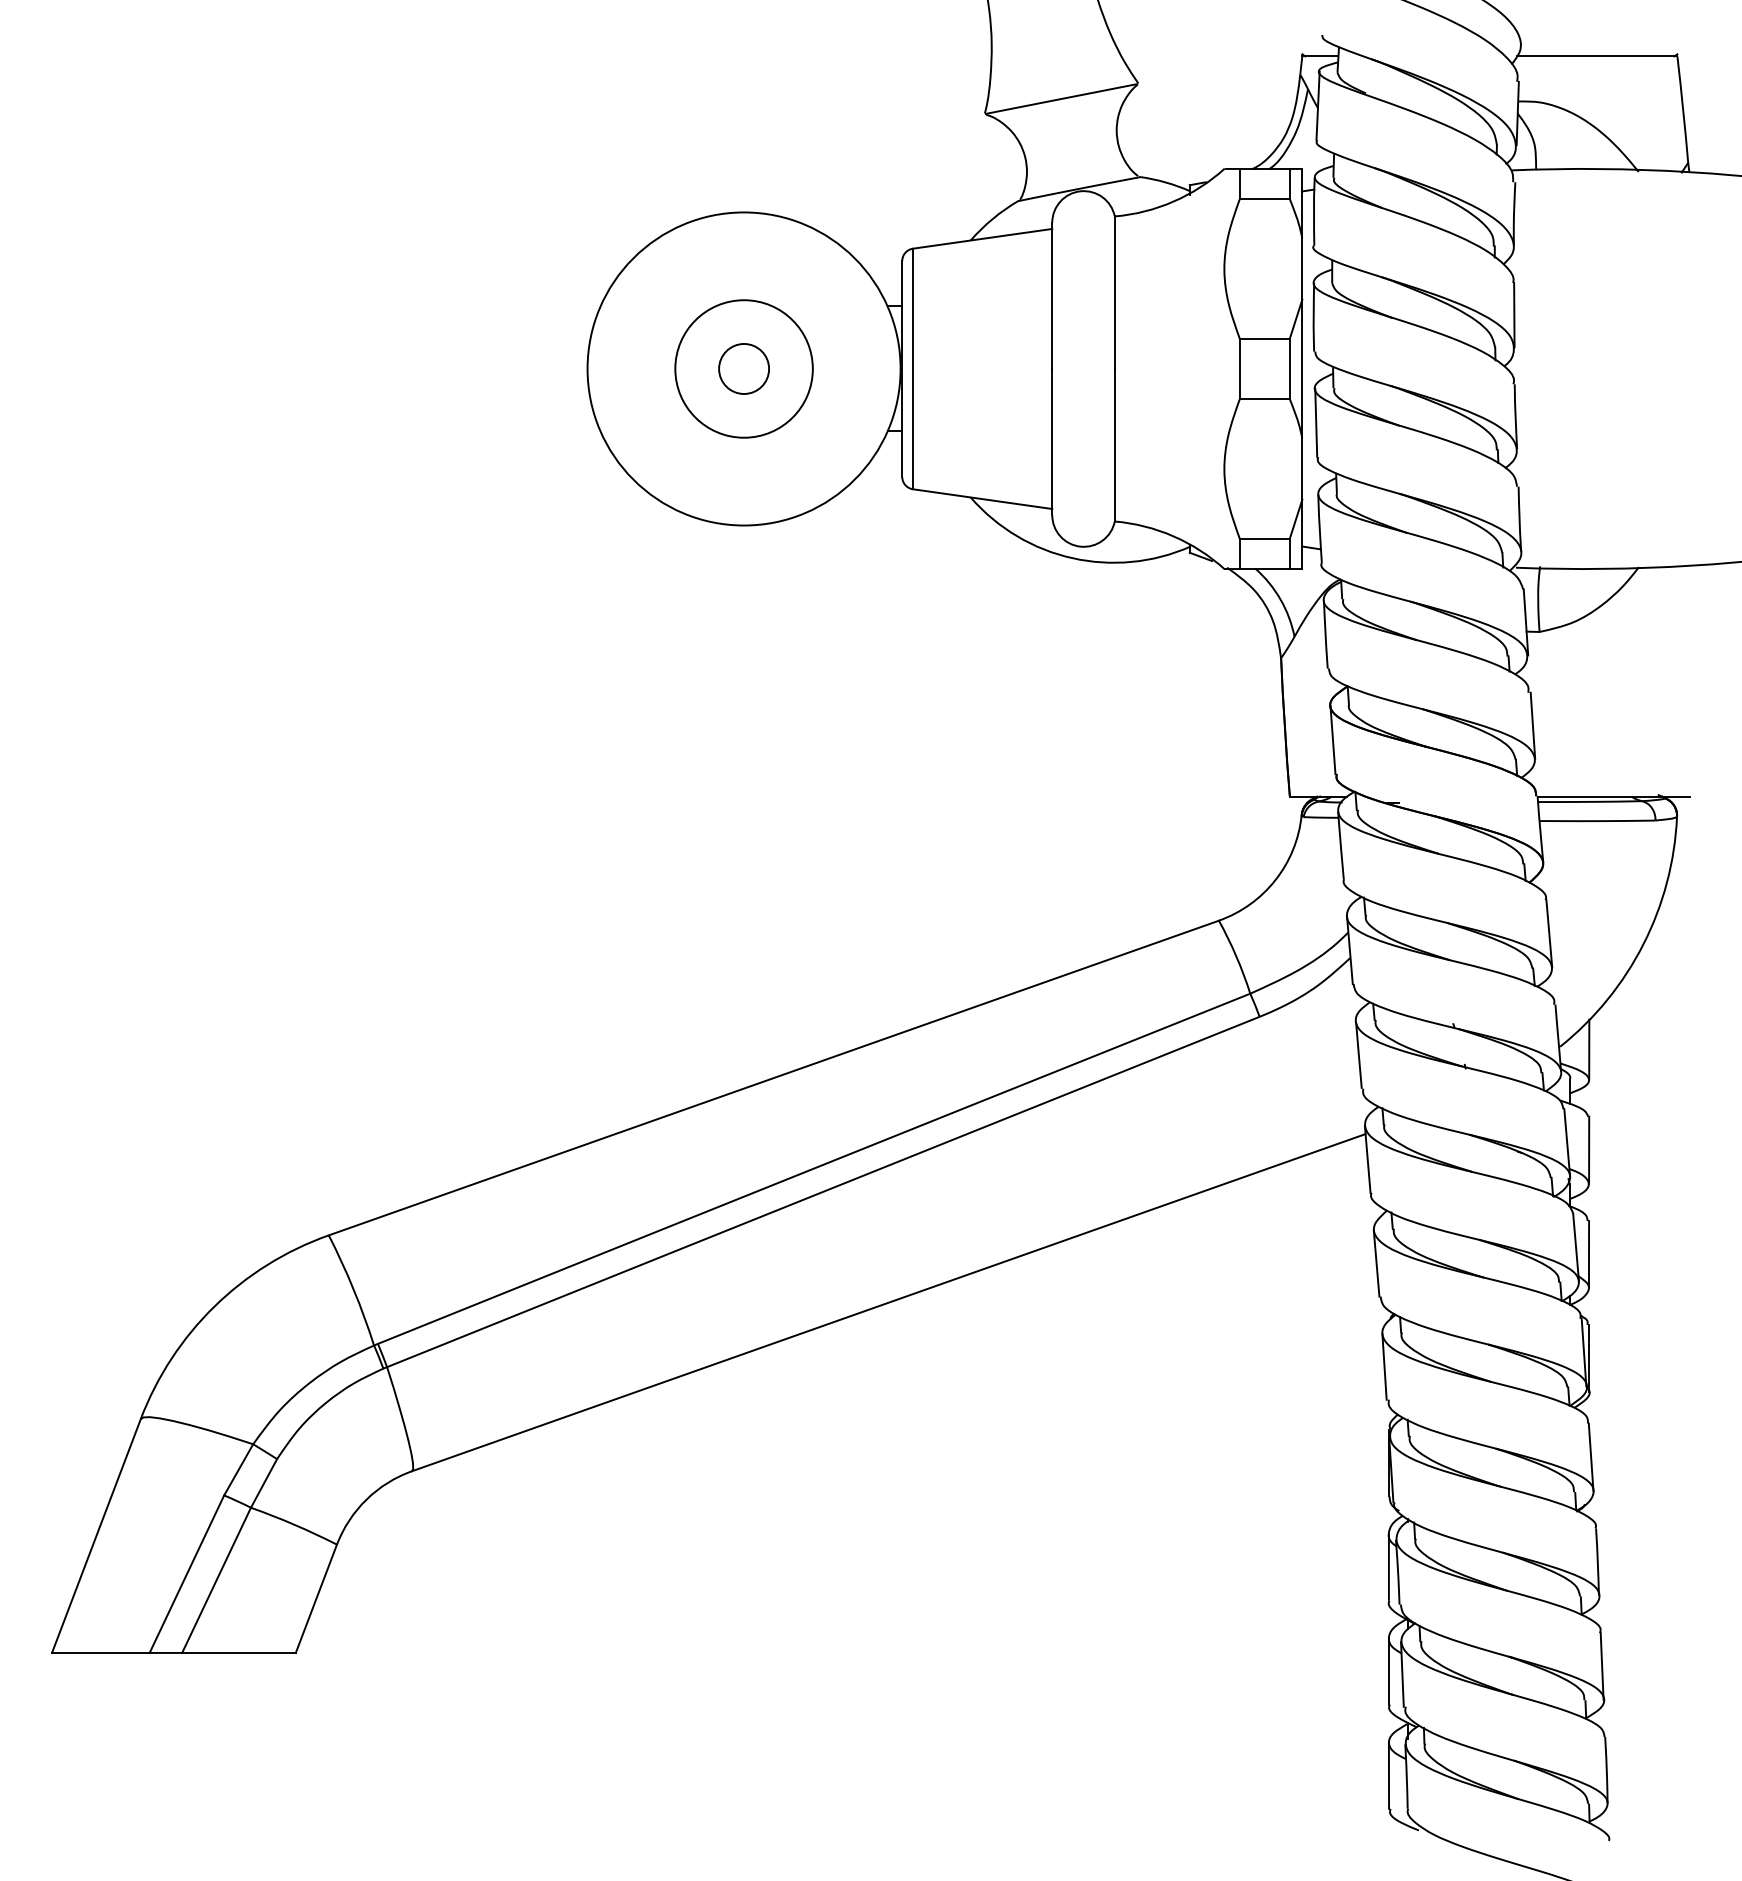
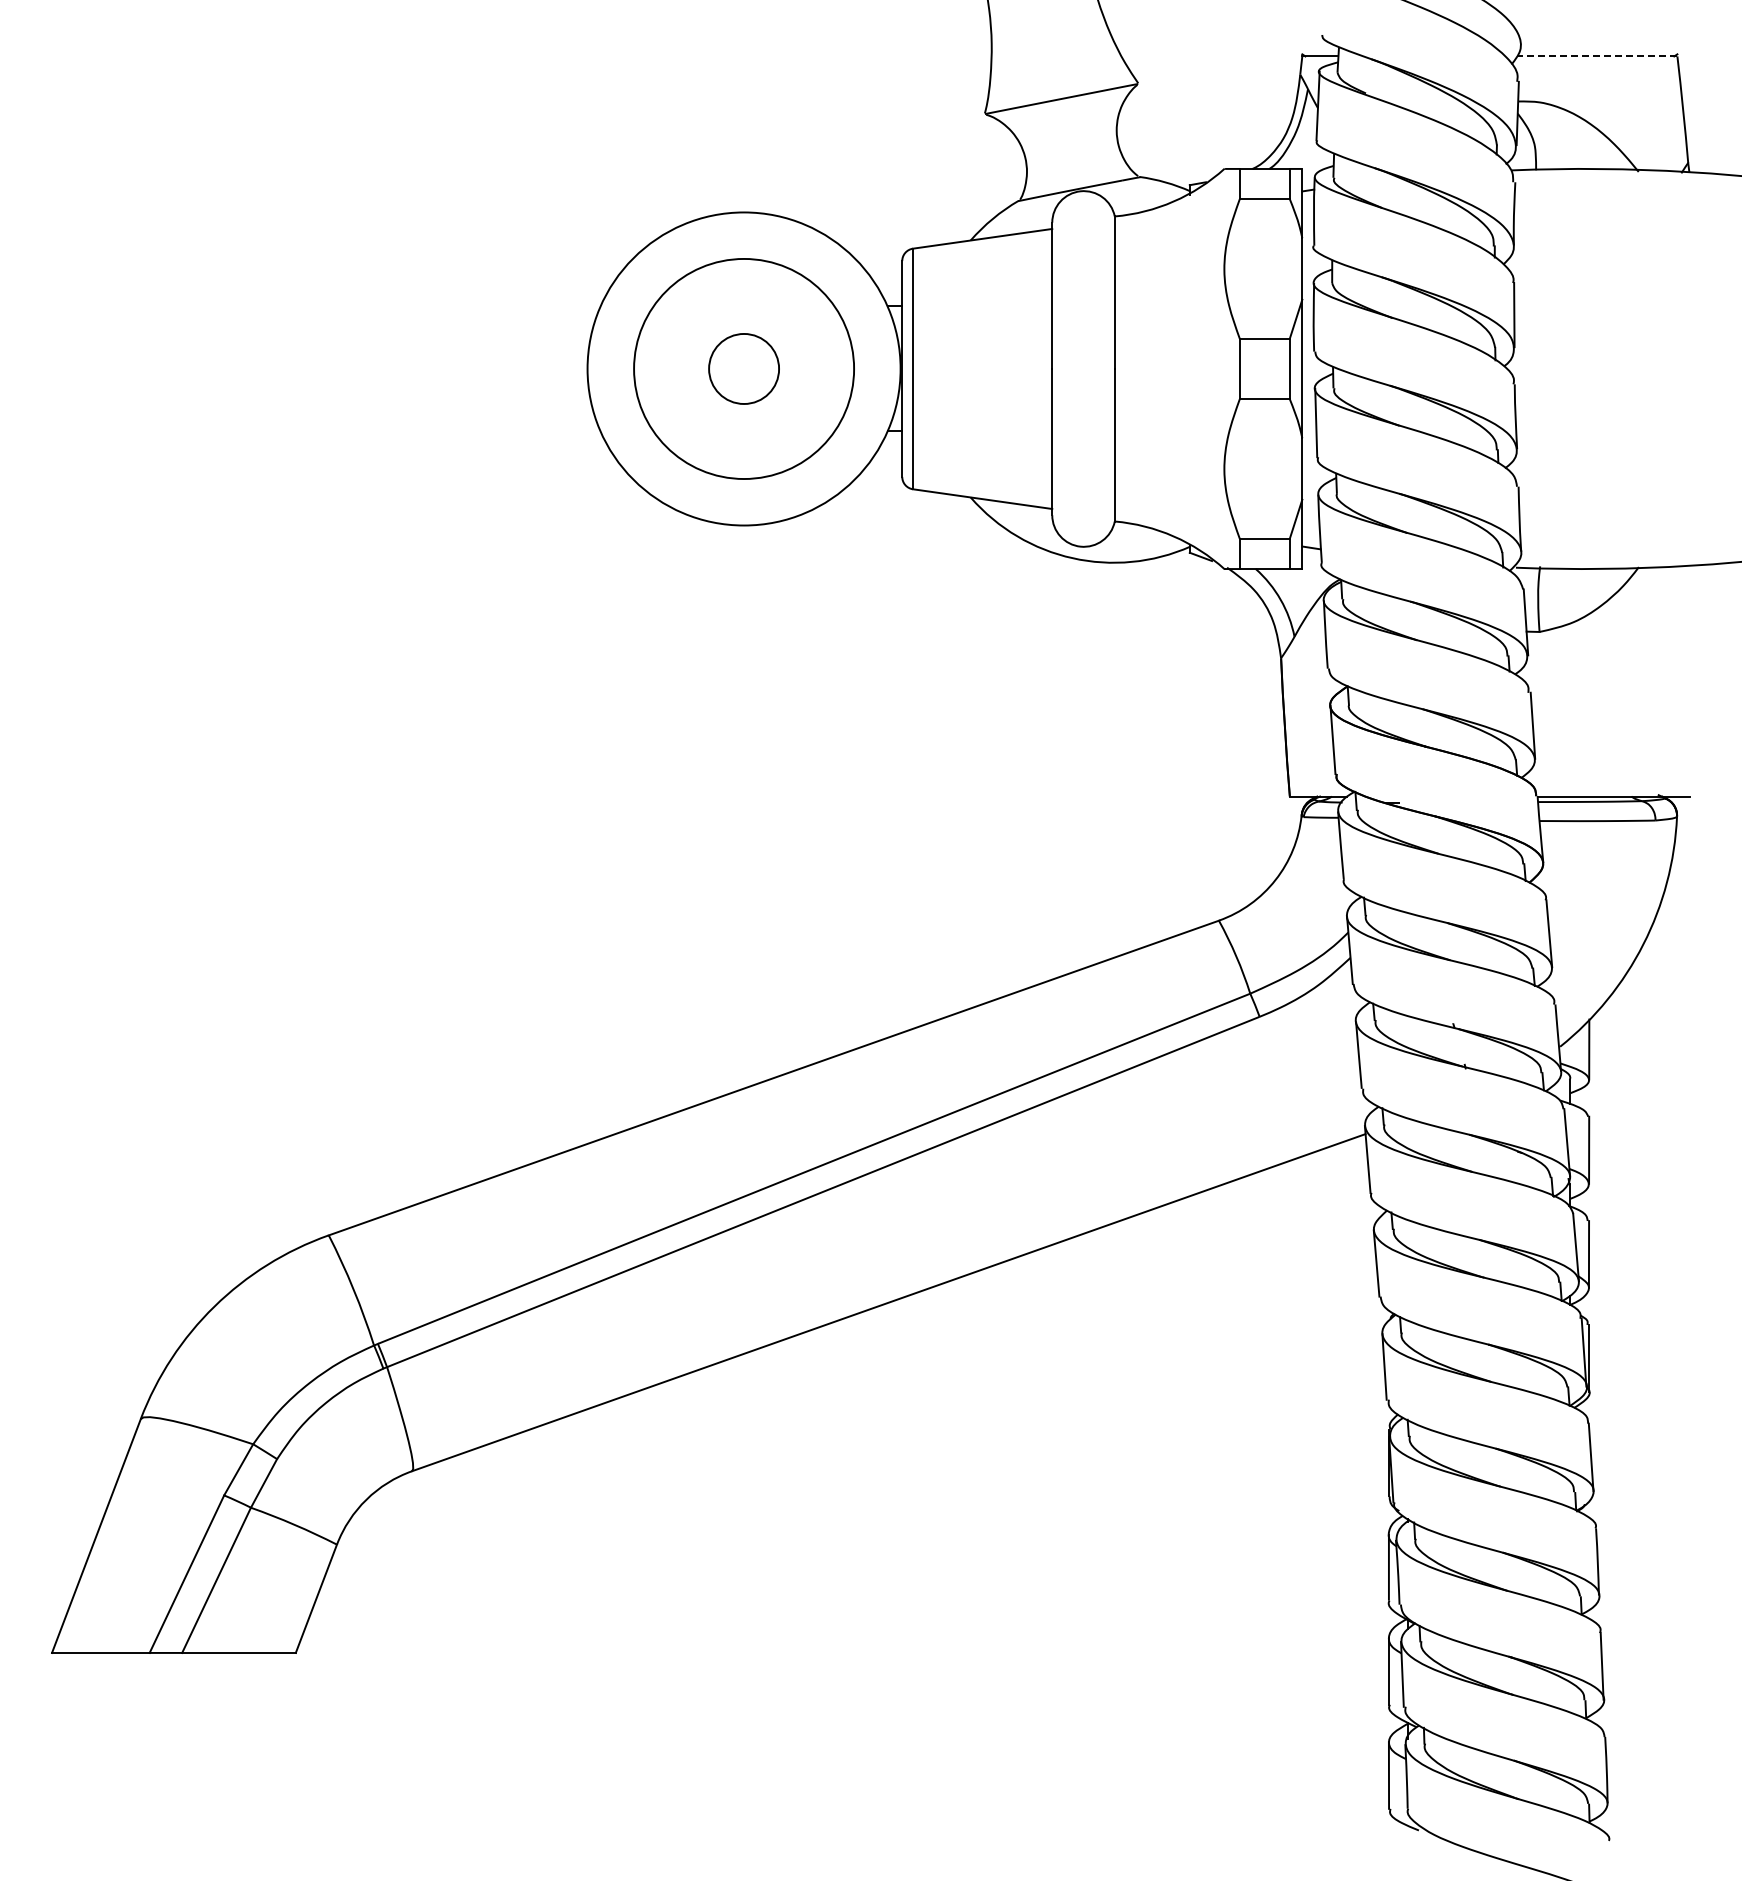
line at (1596, 56): solid -> dashed
circle at (743, 368) diameter: 138 px -> 220 px
circle at (744, 368) diameter: 50 px -> 70 px
